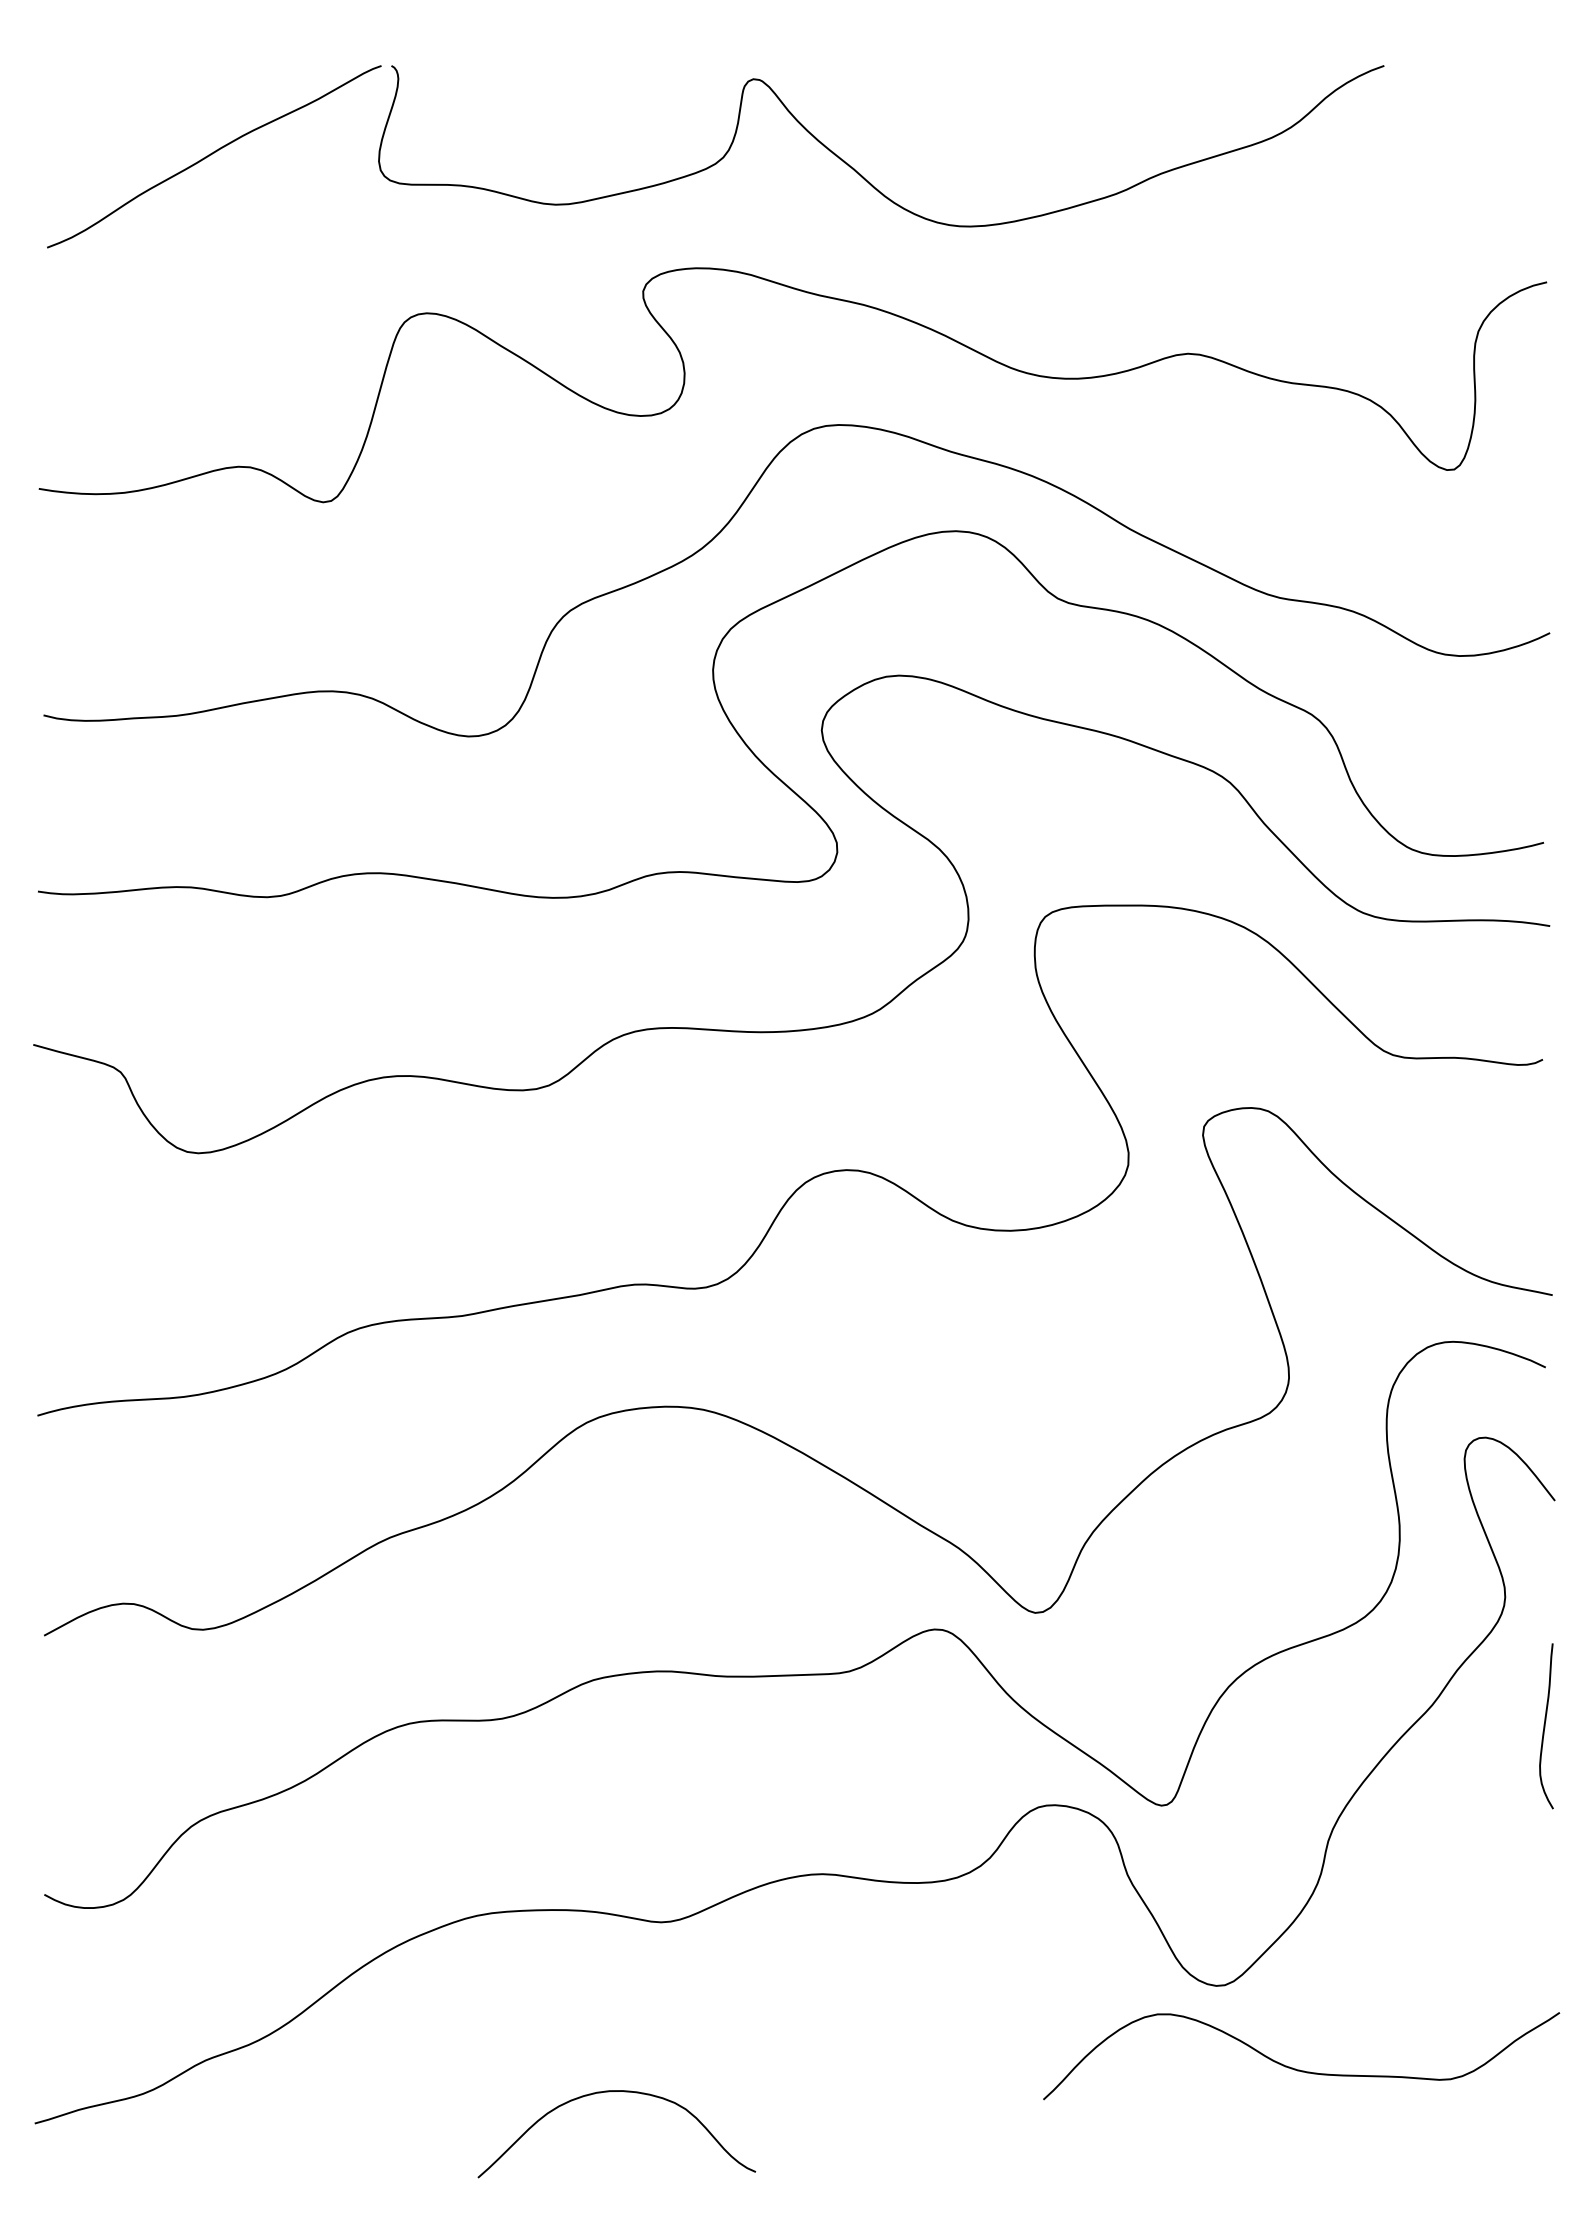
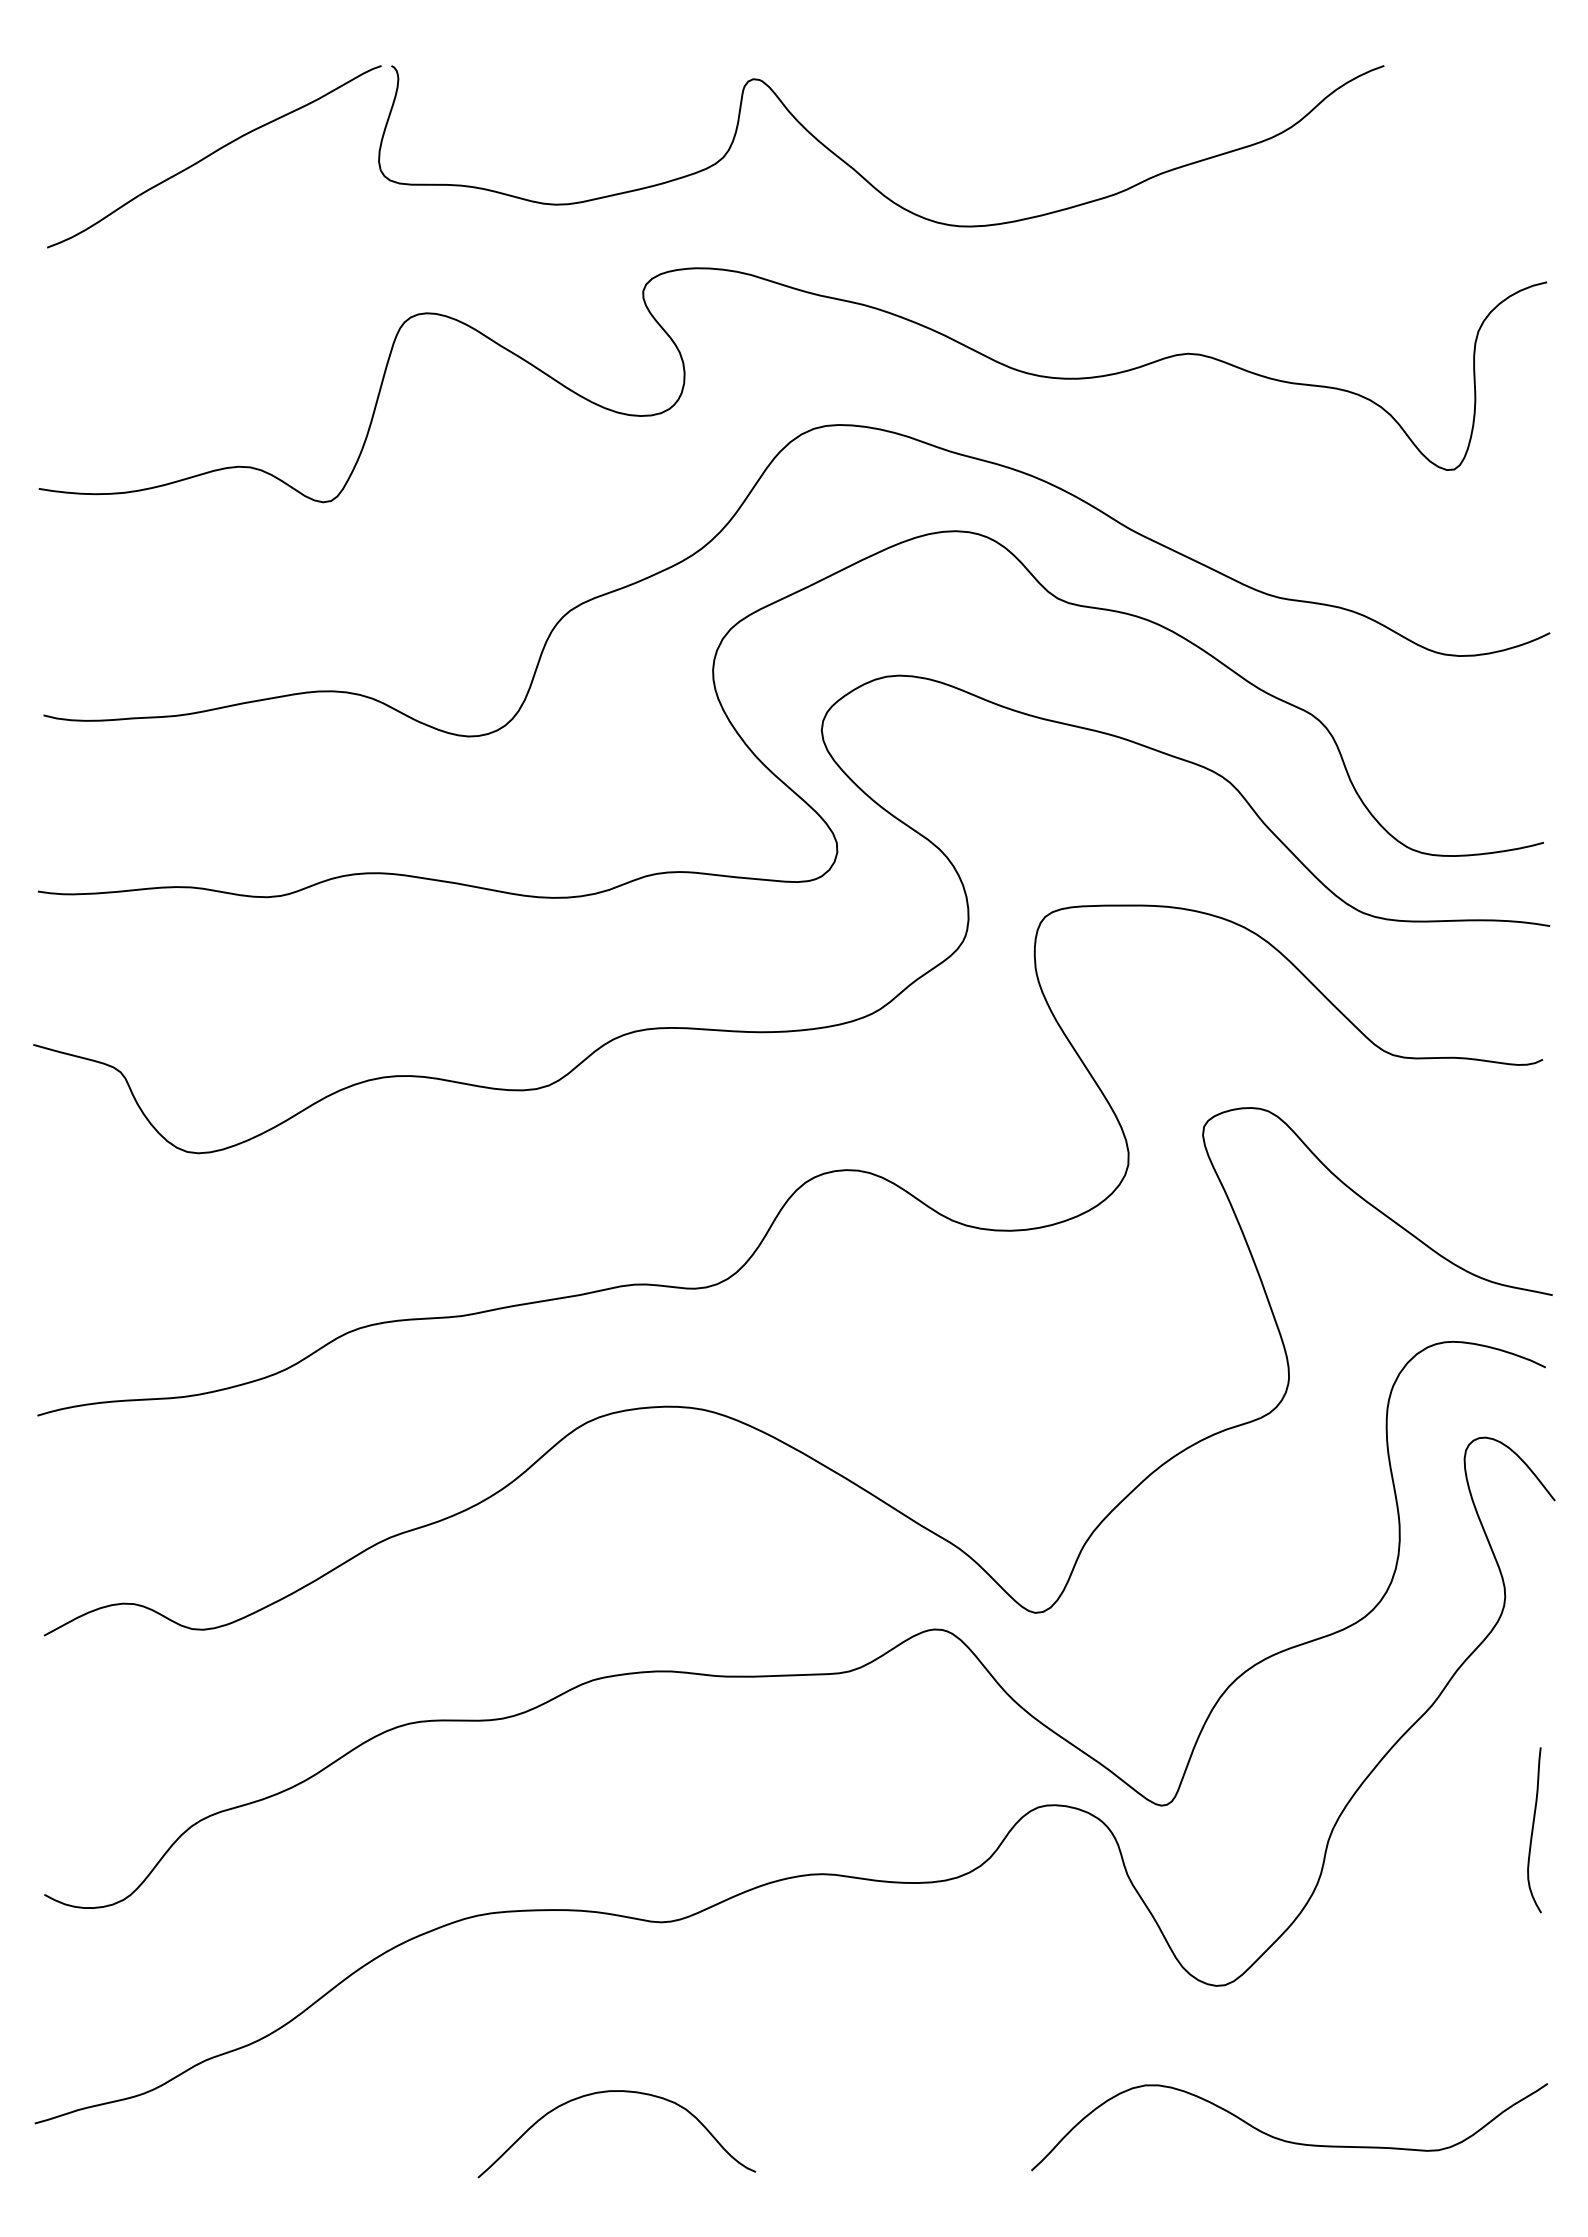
curve at (1545, 1726) position: (1545, 1726) -> (1533, 1830)
curve at (1299, 2069) position: (1299, 2069) -> (1287, 2140)
